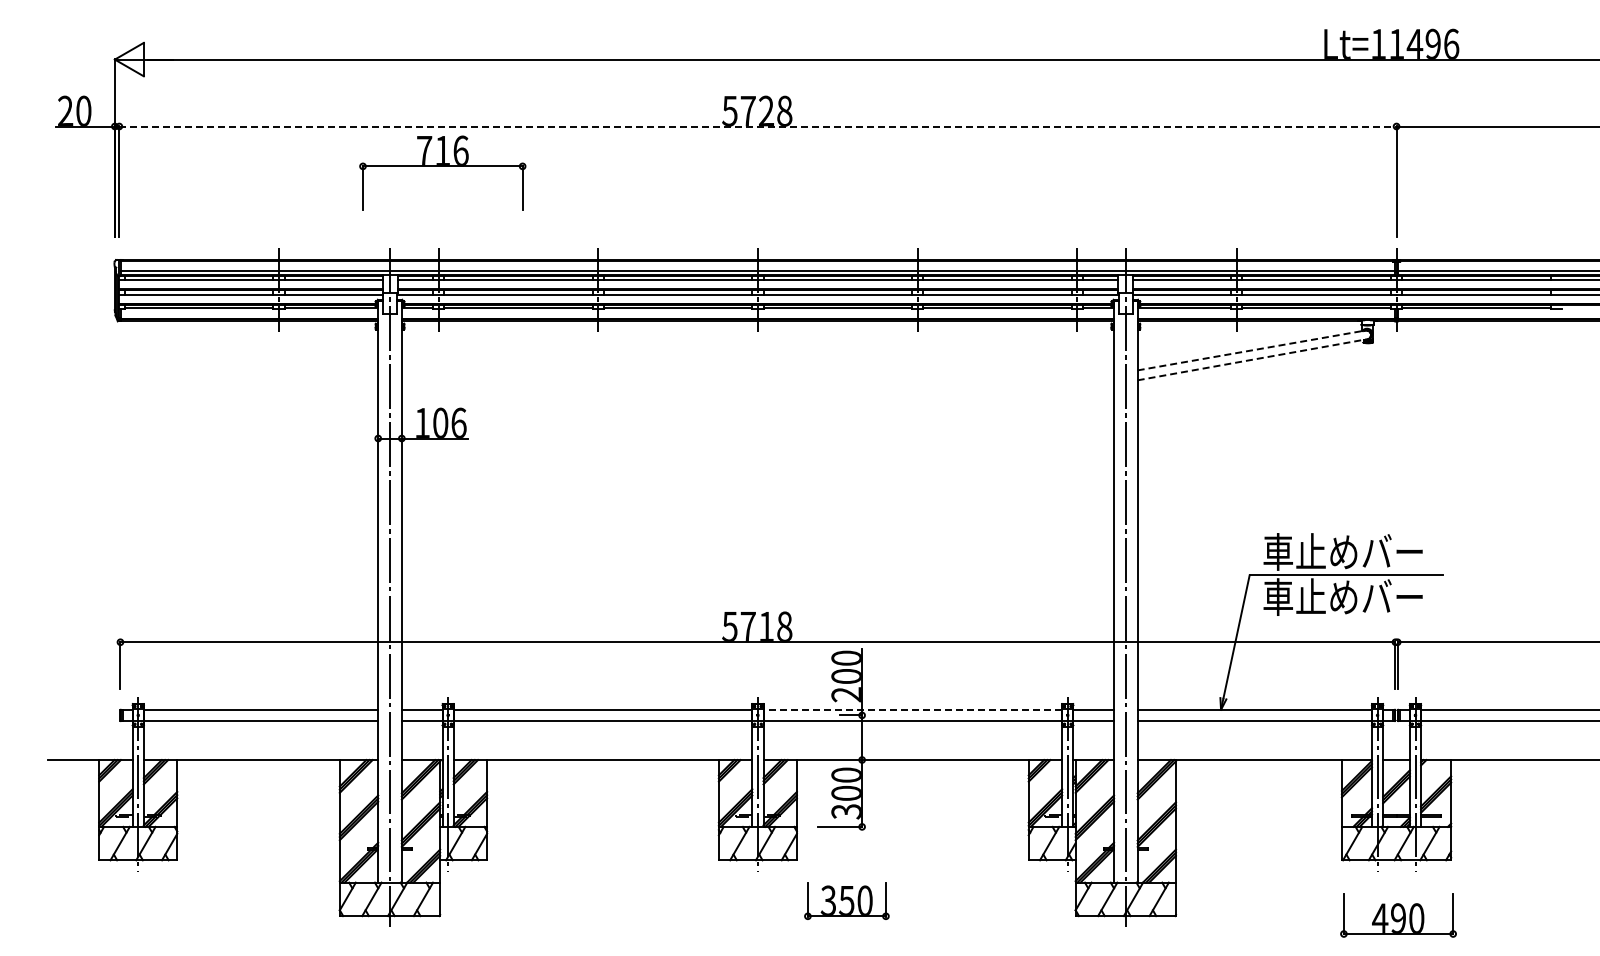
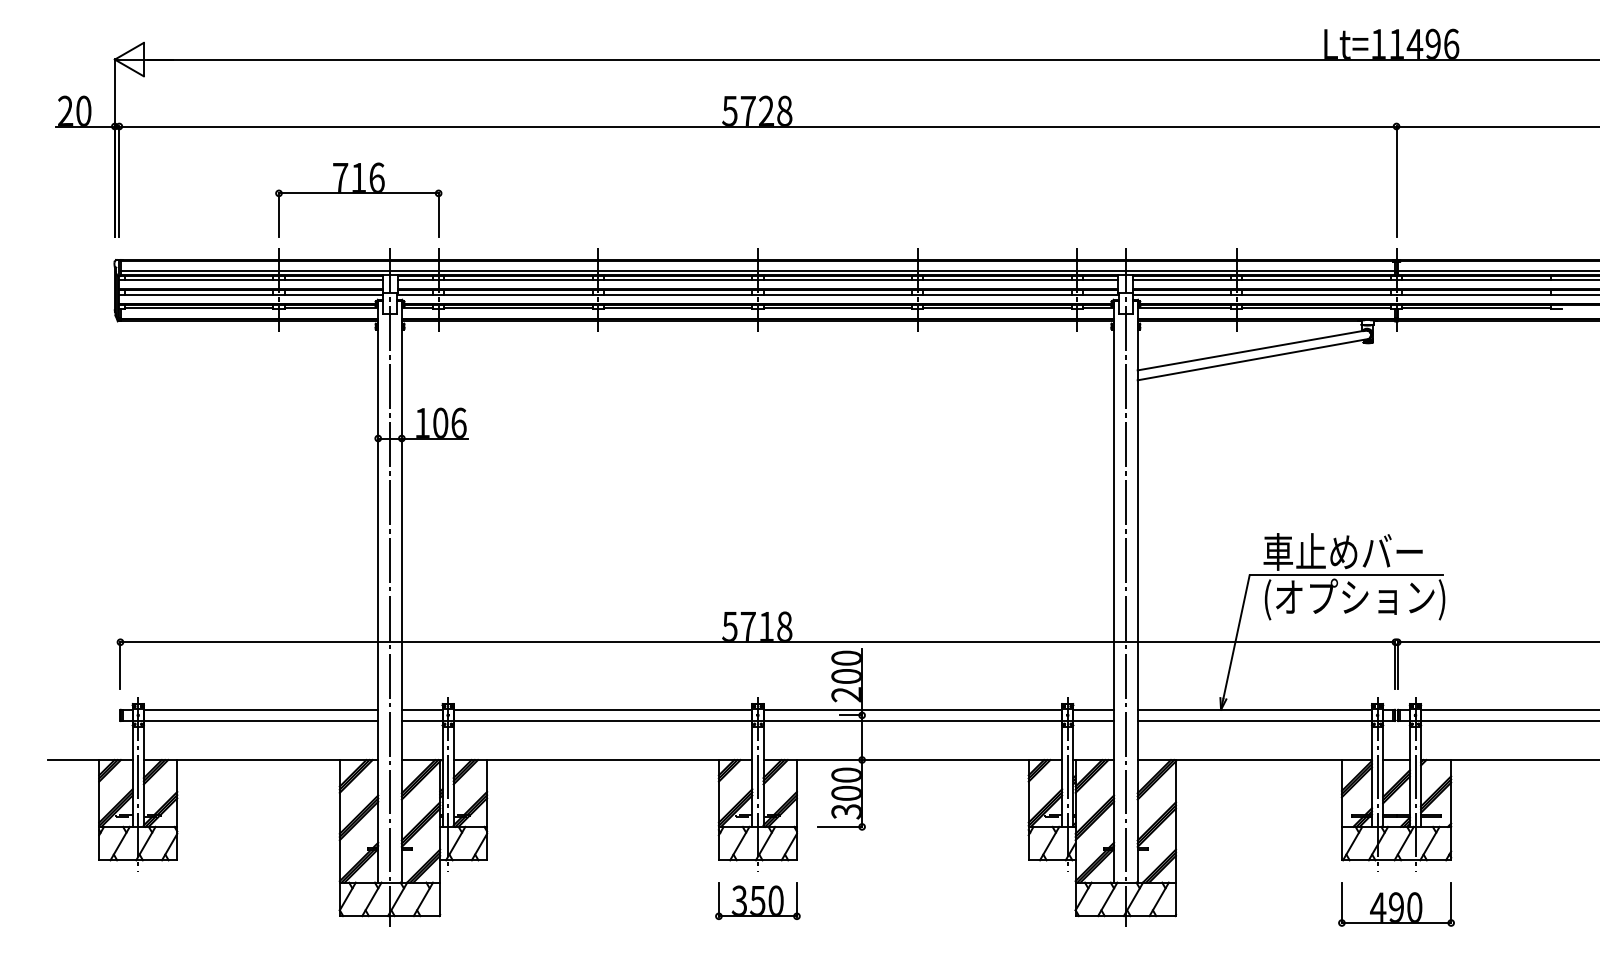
line at (757, 126): dashed -> solid
part at (442, 172) position: (442, 172) -> (358, 199)
line at (1250, 350): dashed -> solid
line at (1253, 359): dashed -> solid
text at (1354, 599): 車止めバー -> (オプション)
line at (912, 709): dashed -> solid
part at (846, 900) position: (846, 900) -> (757, 900)
part at (1398, 915) position: (1398, 915) -> (1396, 904)
